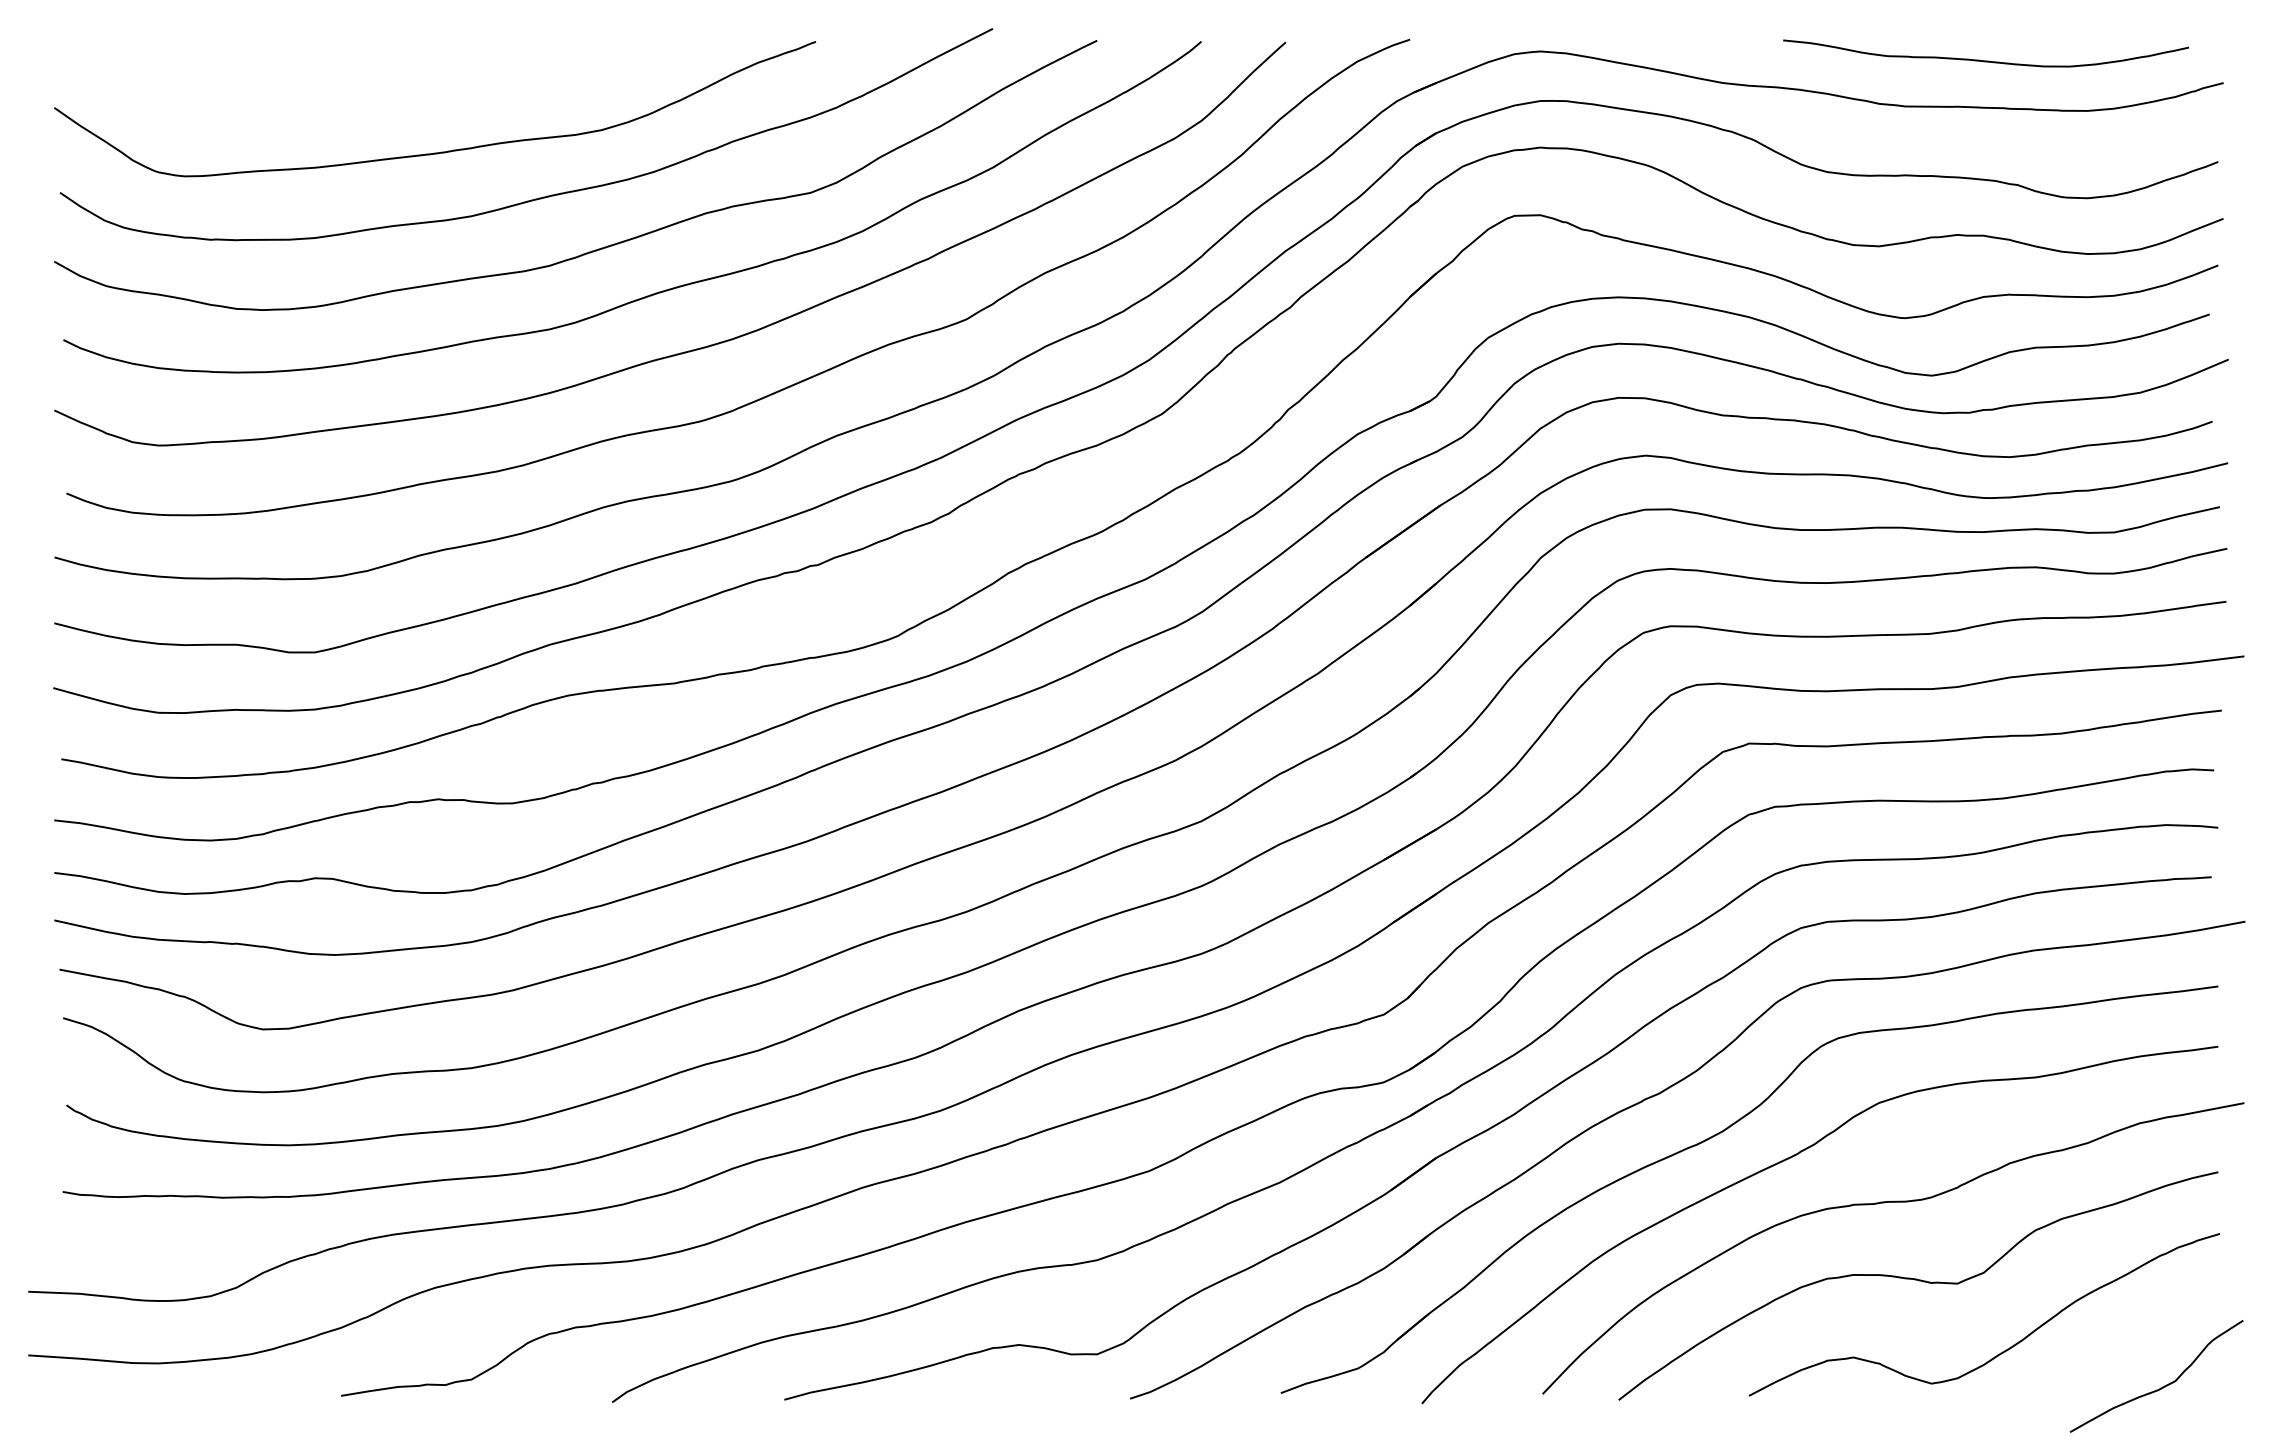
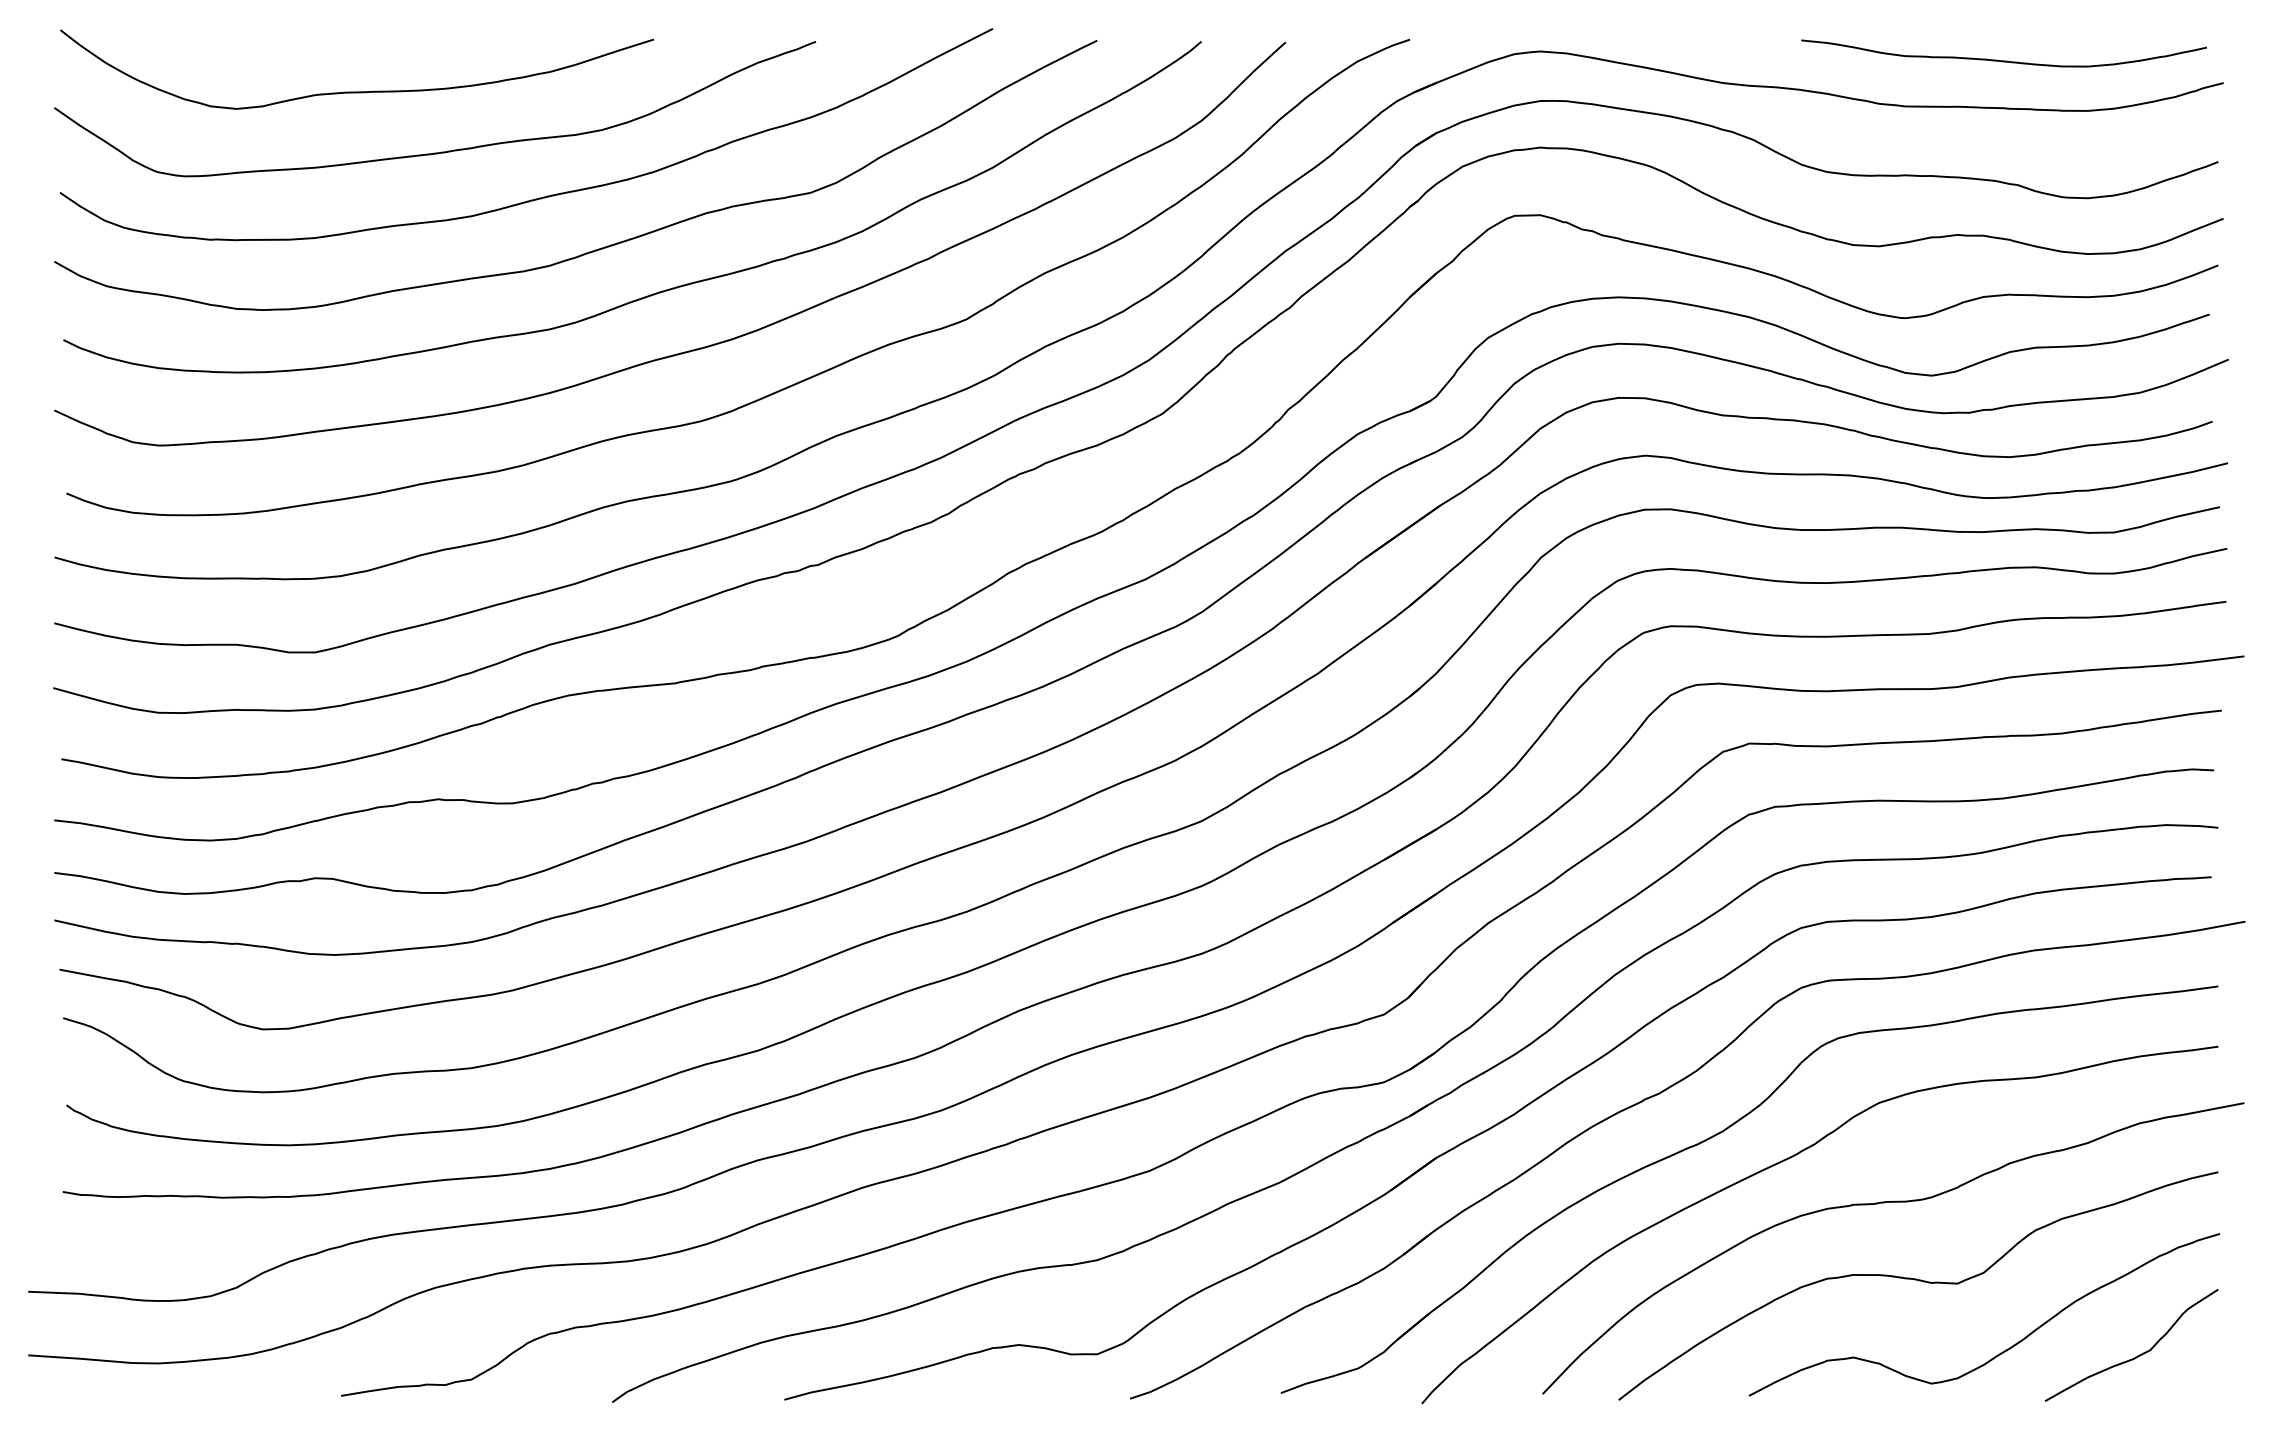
curve at (1985, 60) position: (1985, 60) -> (2003, 60)
curve at (356, 91): none -> present
curve at (2162, 1386) position: (2162, 1386) -> (2137, 1355)
